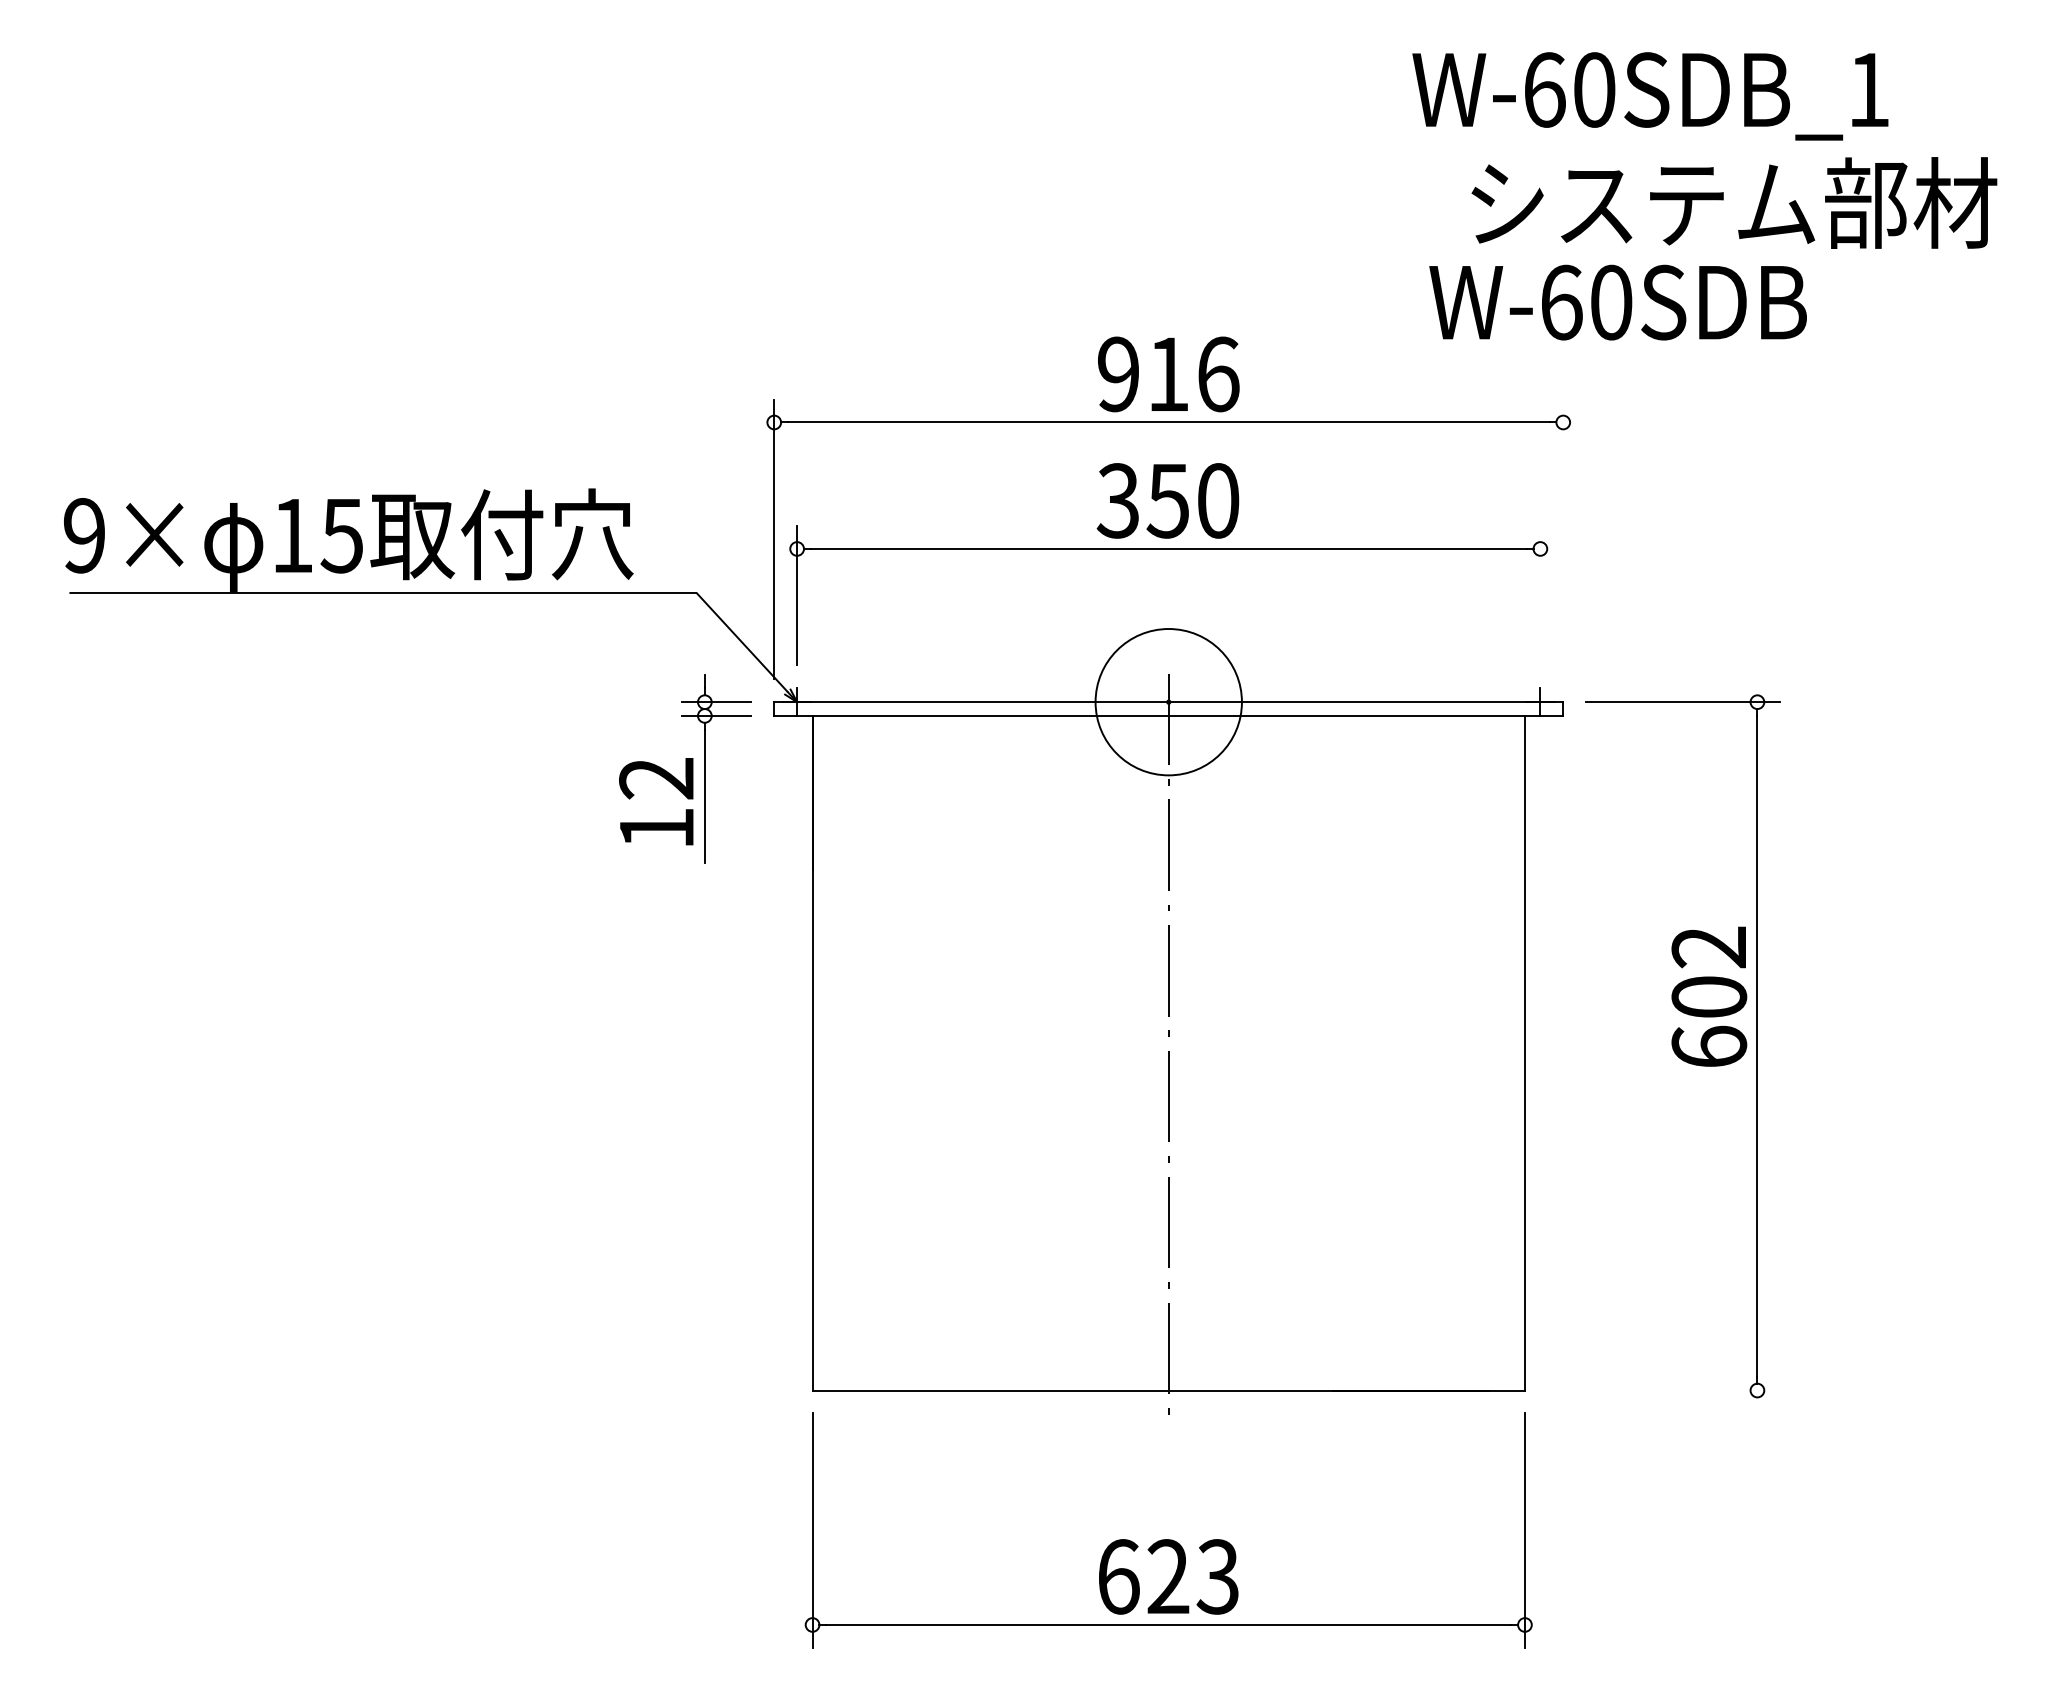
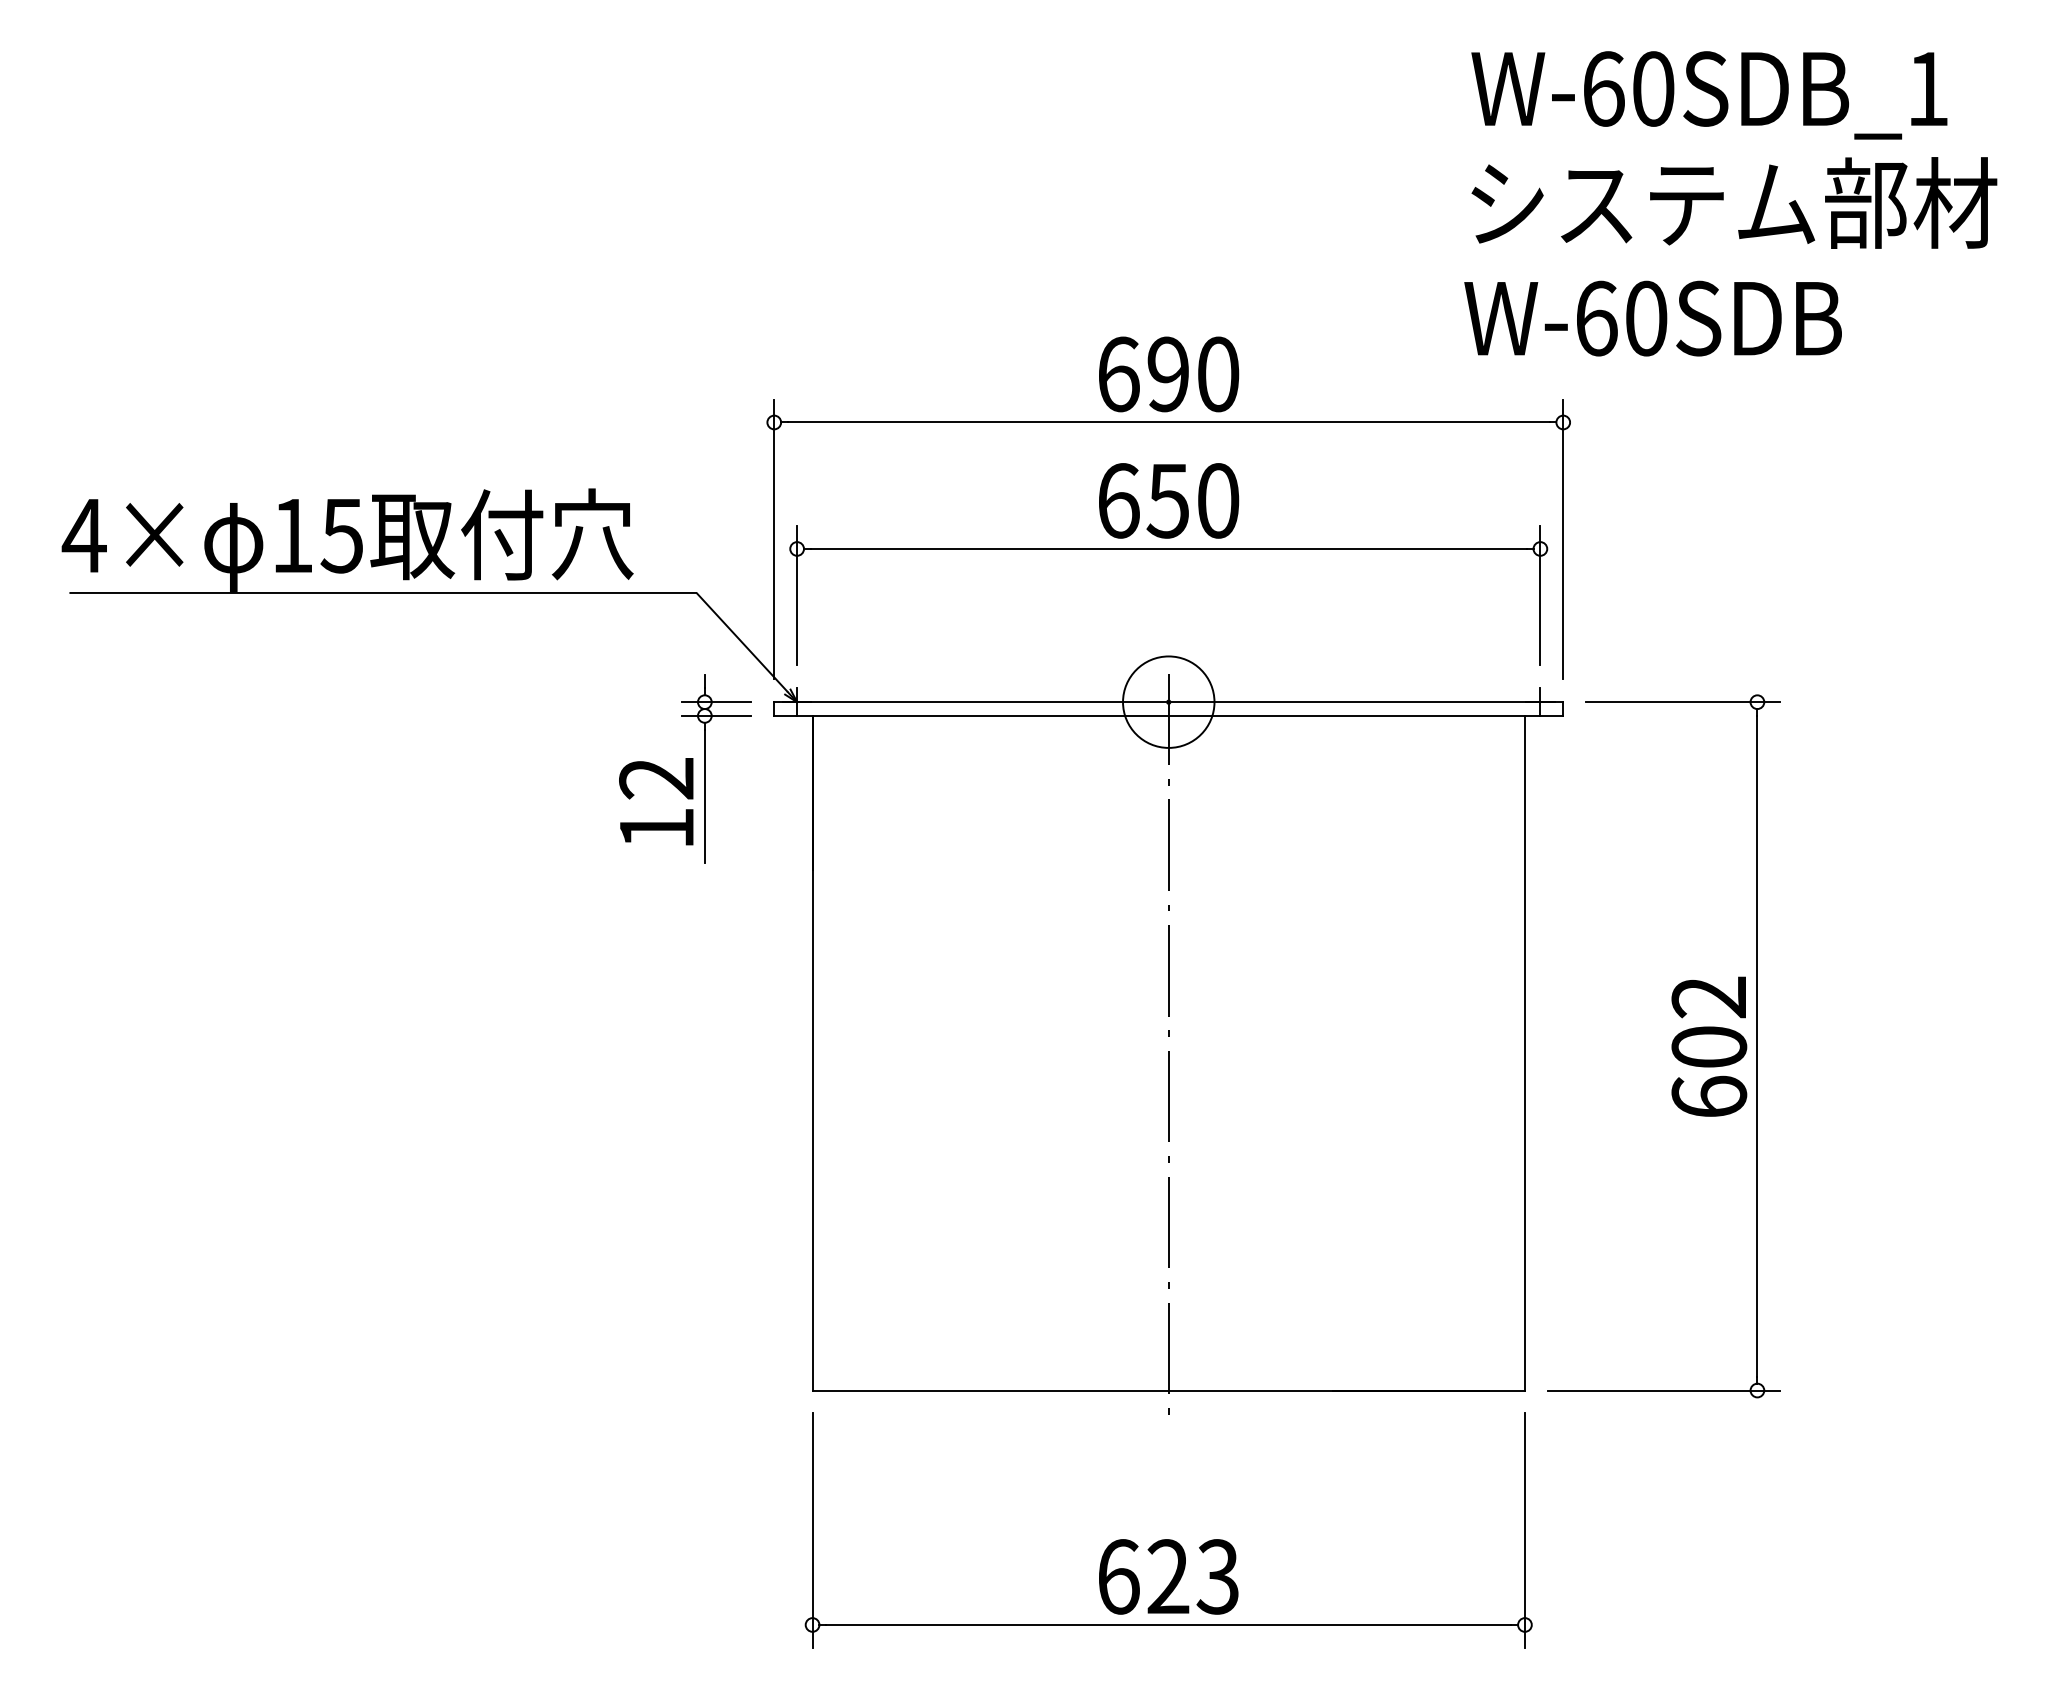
text at (1650, 96) position: (1650, 96) -> (1709, 95)
text at (1617, 302) position: (1617, 302) -> (1652, 318)
text at (1168, 374): 916 -> 690
text at (1117, 500): 350 -> 650
text at (83, 535): 9× -> 4×
line at (1563, 539): none -> present
line at (1540, 595): none -> present
circle at (1168, 702) diameter: 146 px -> 91 px
text at (1709, 996) position: (1709, 996) -> (1709, 1046)
line at (1663, 1390): none -> present
